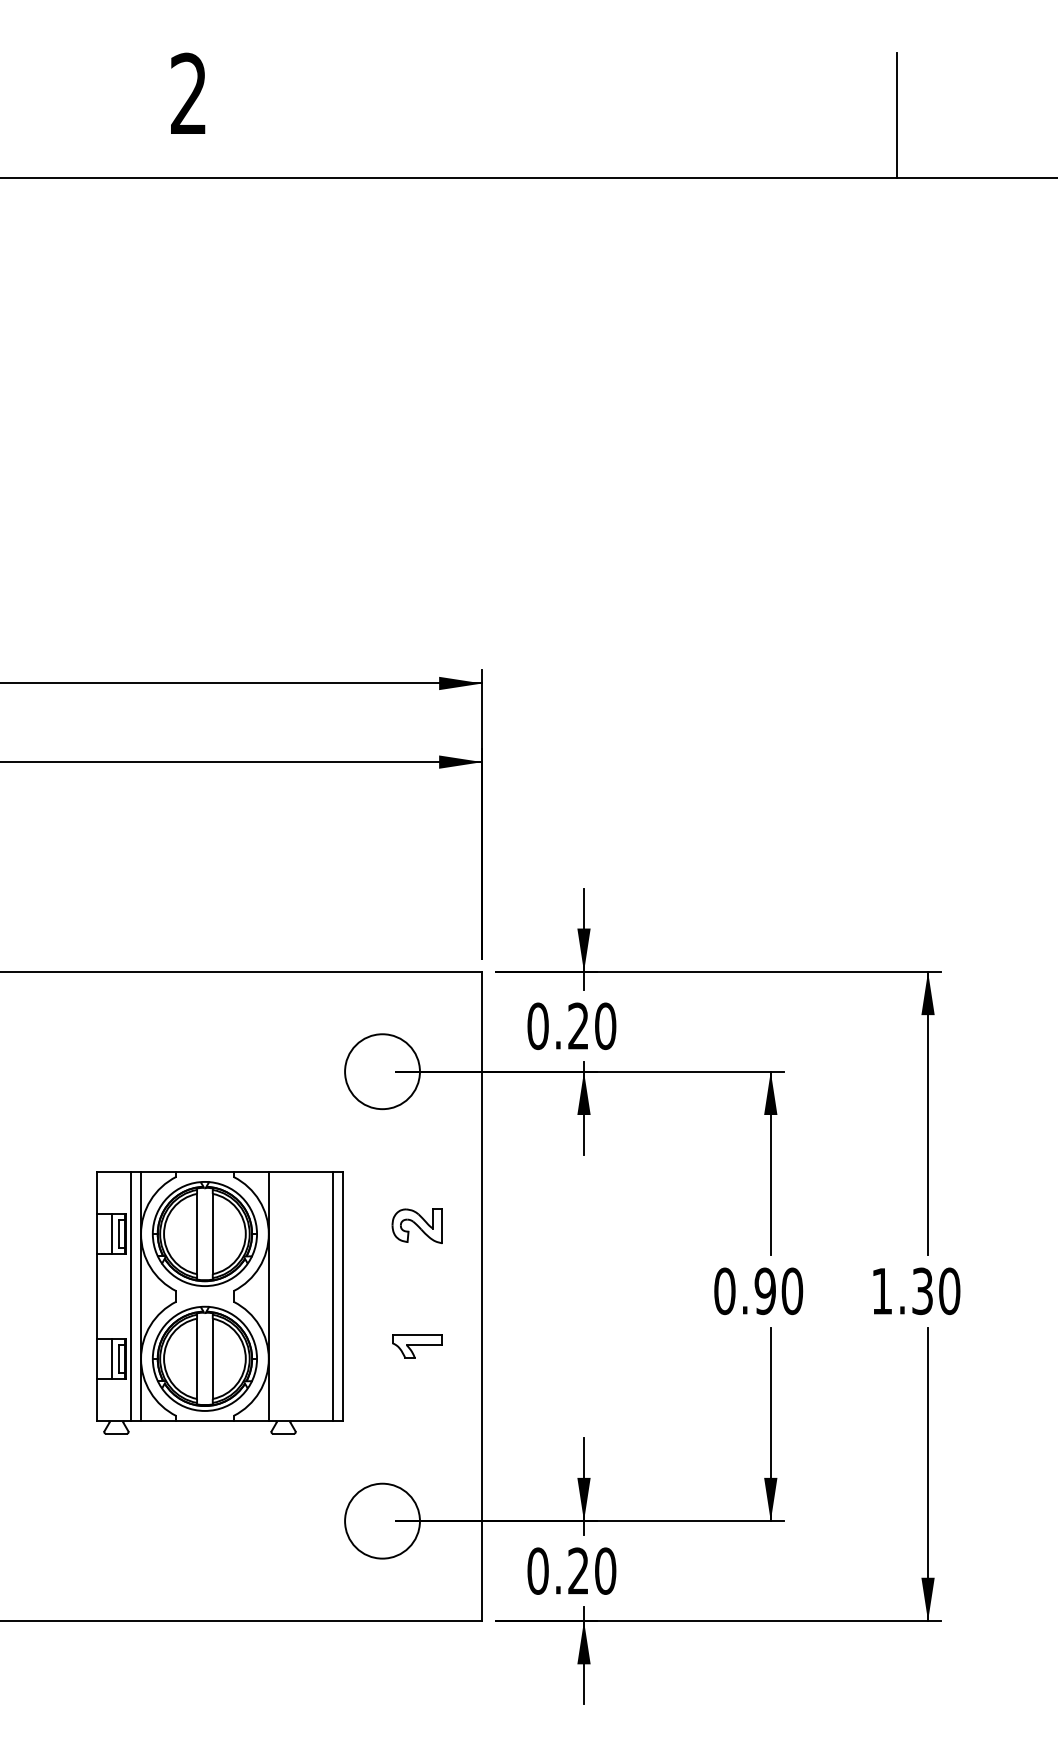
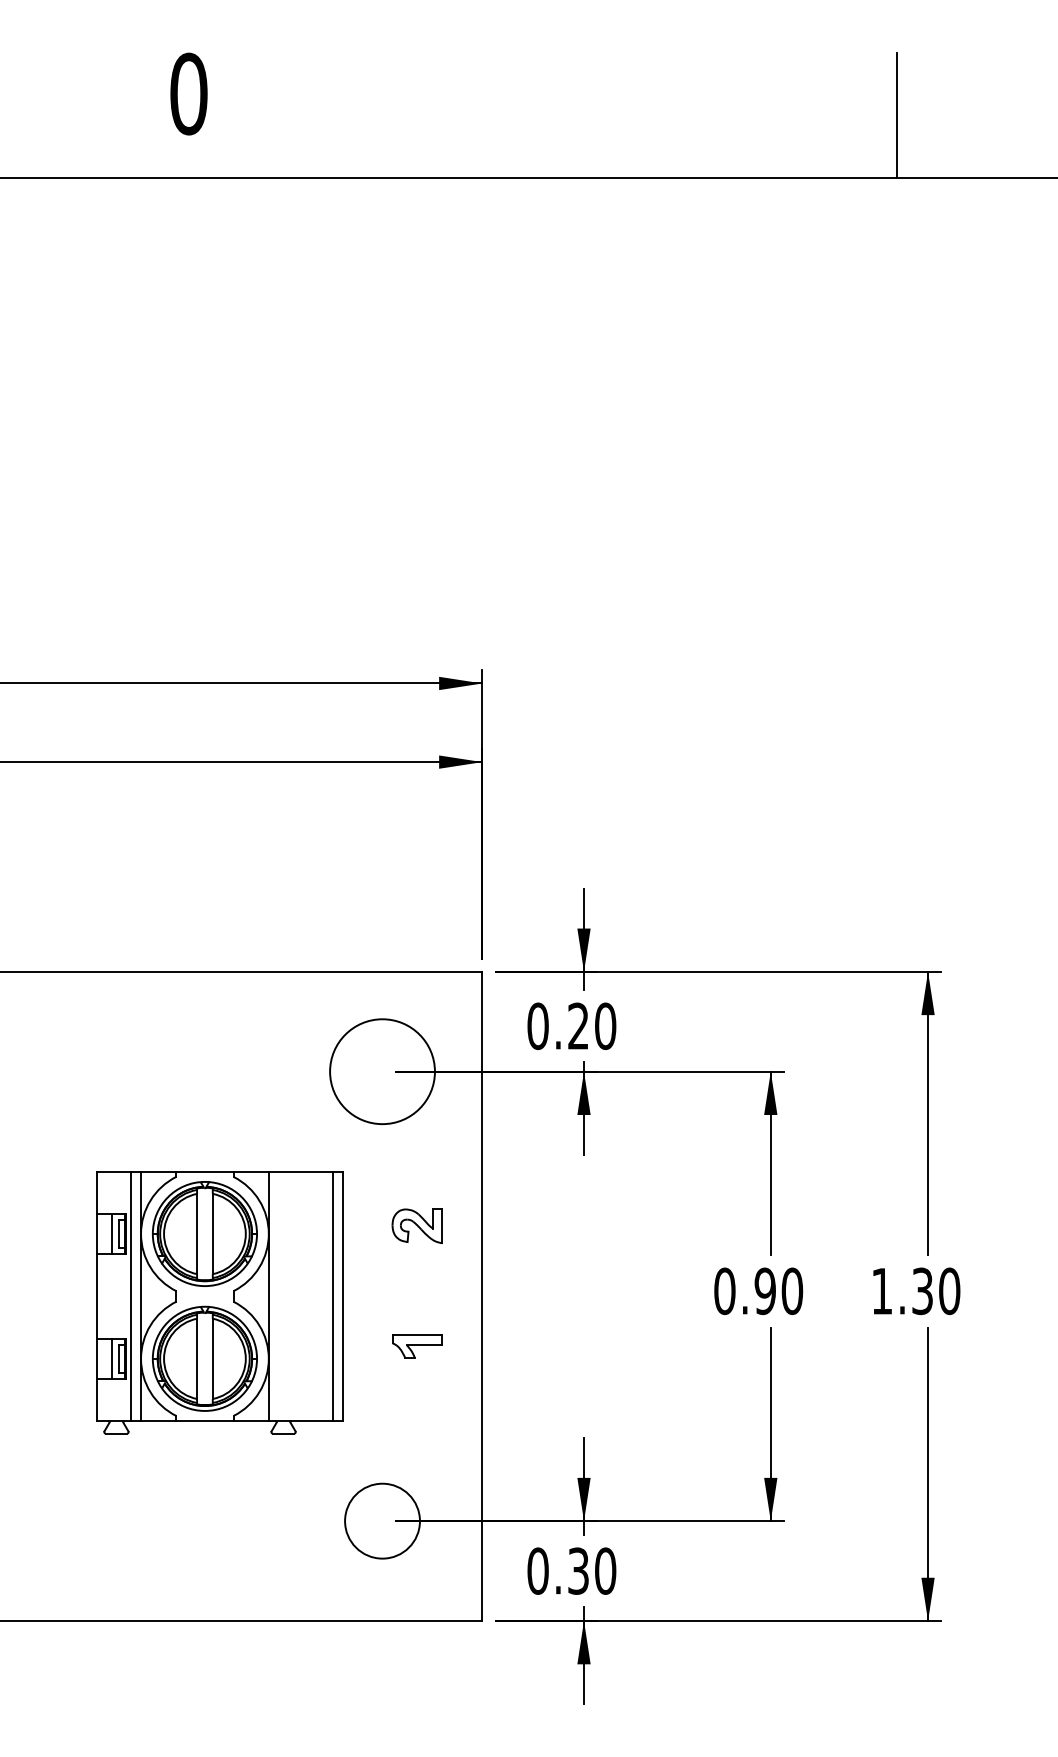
text at (188, 93): 2 -> 0
circle at (382, 1071) diameter: 75 px -> 105 px
text at (578, 1570): 0.20 -> 0.30
